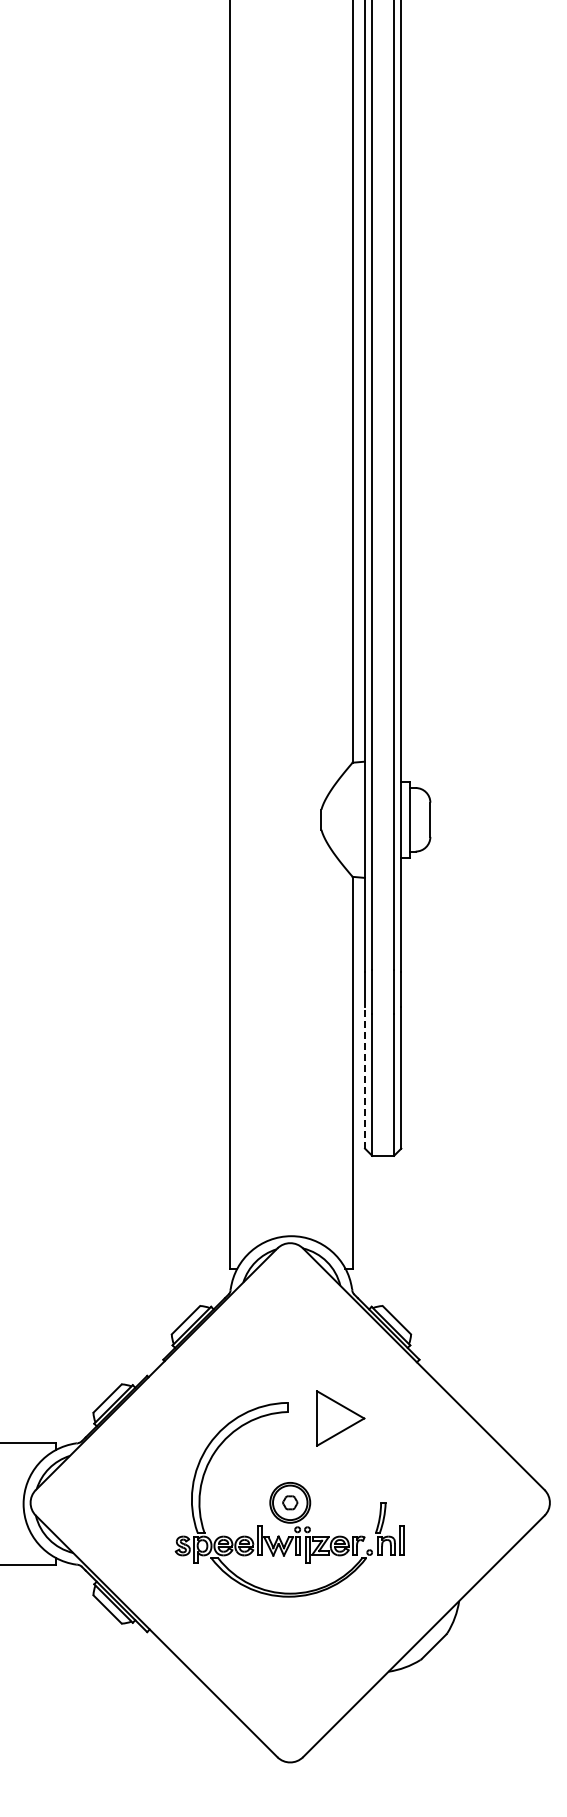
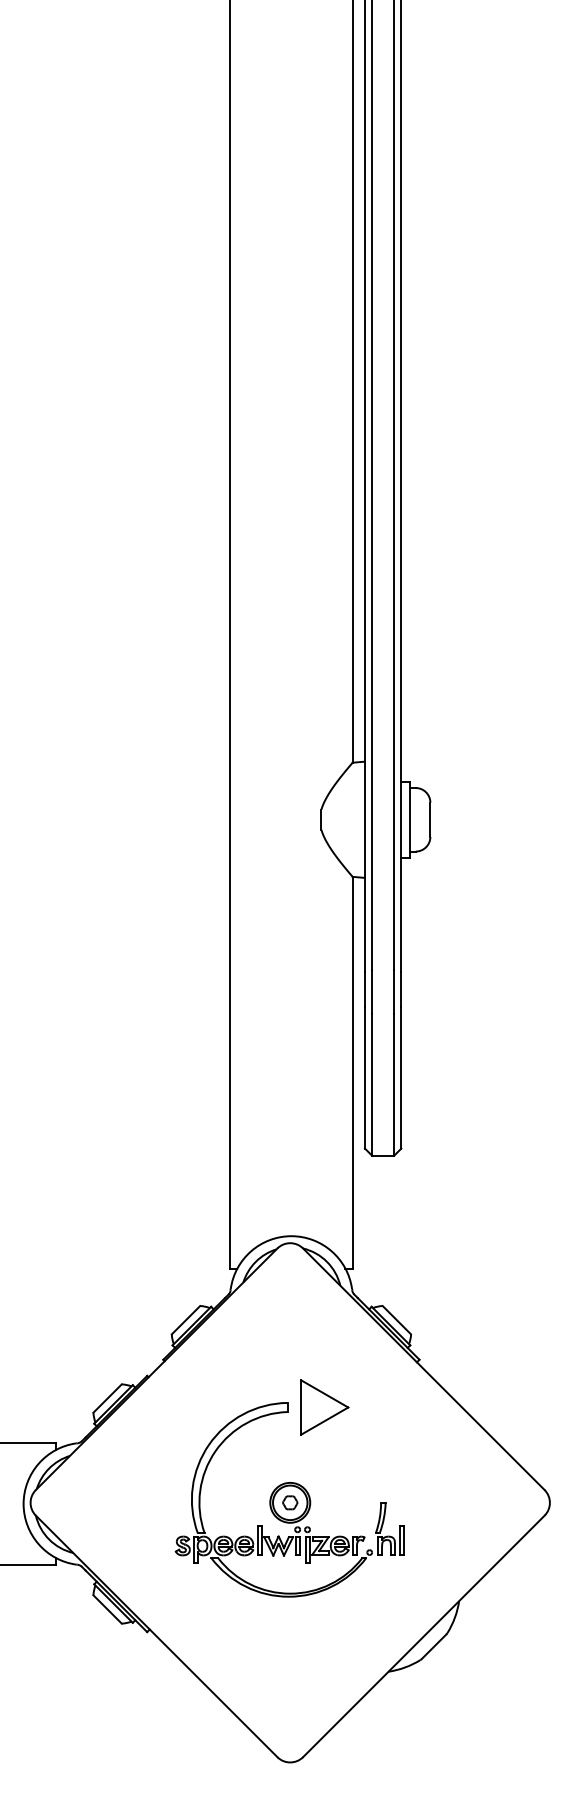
line at (364, 1078): dashed -> solid
part at (340, 1418) position: (340, 1418) -> (324, 1407)
